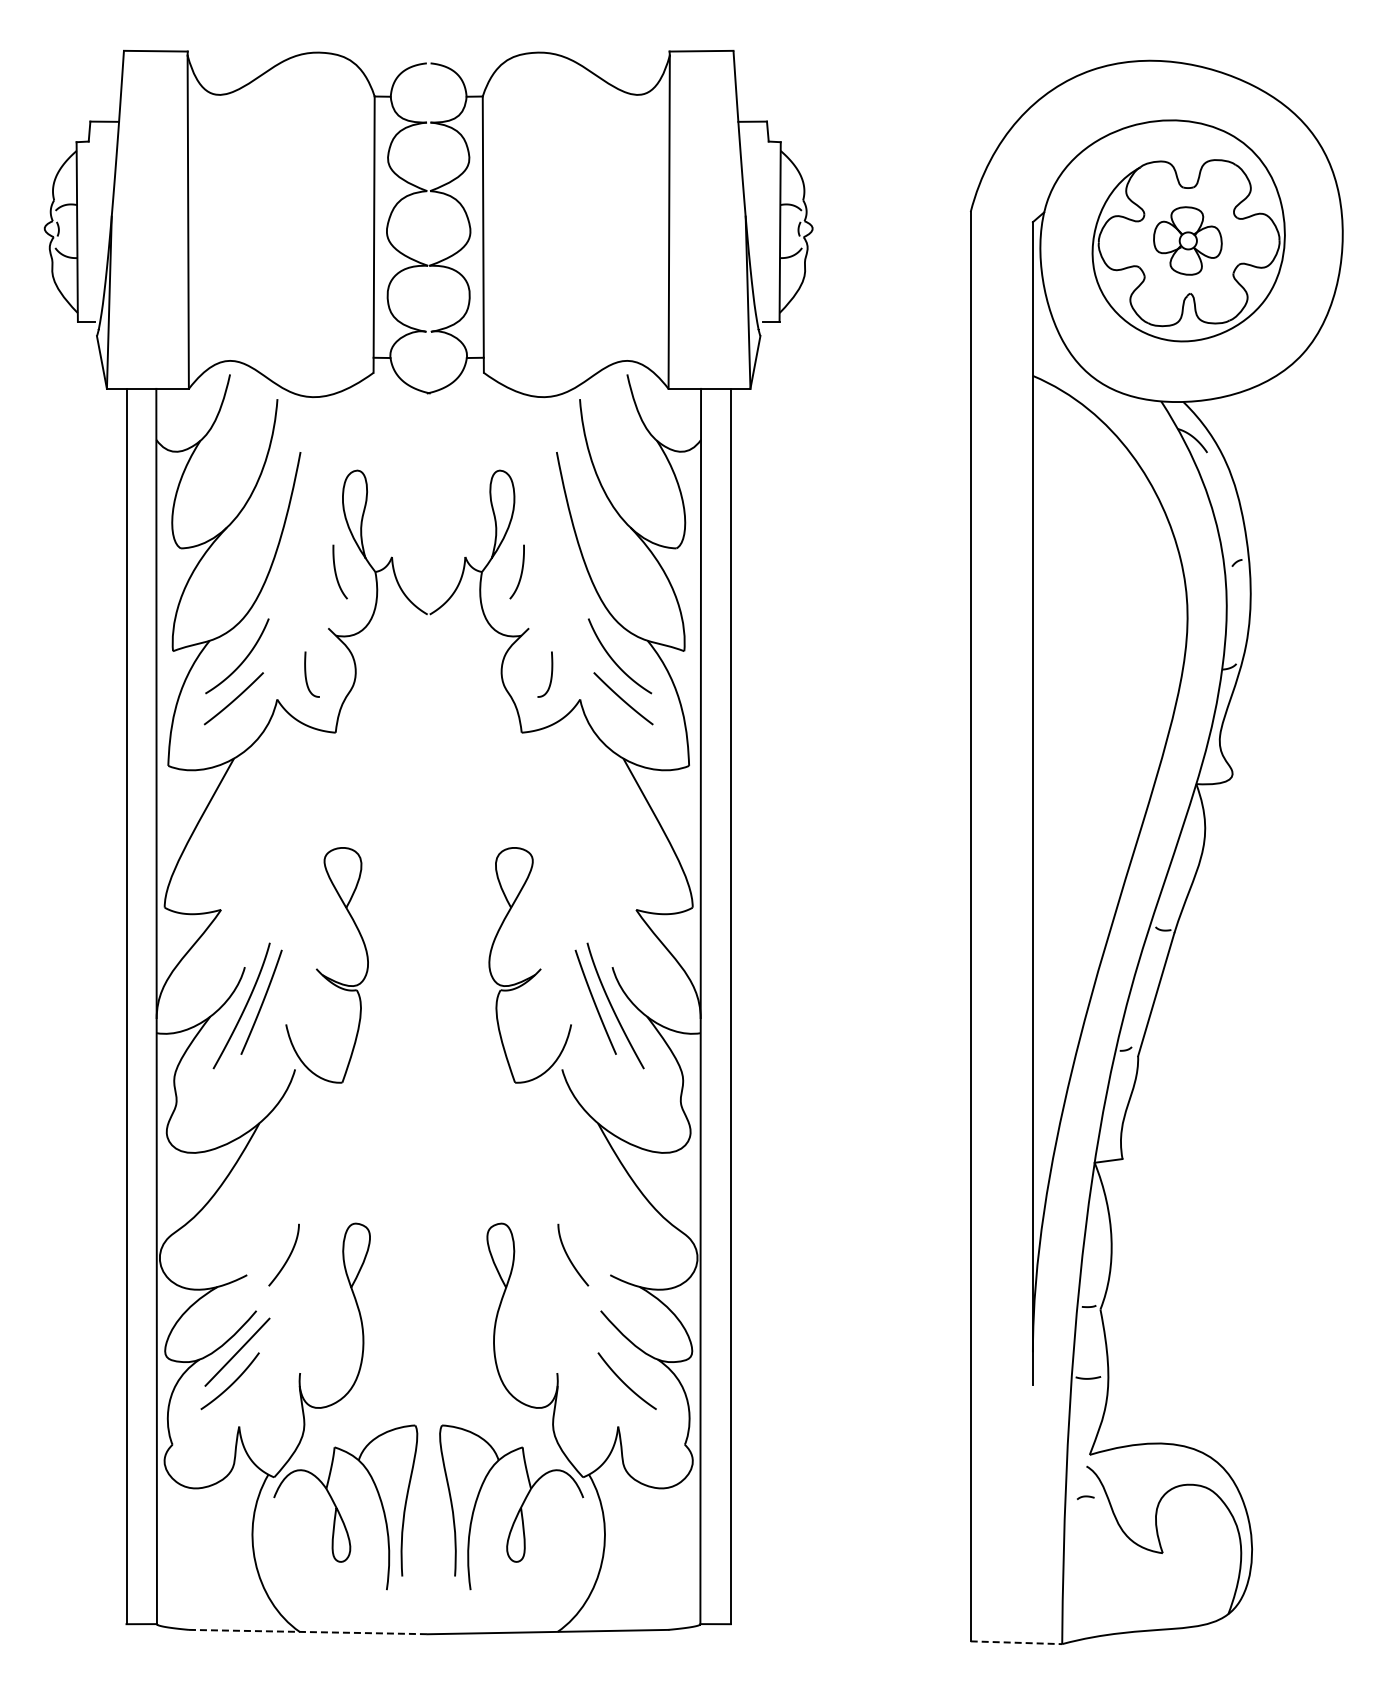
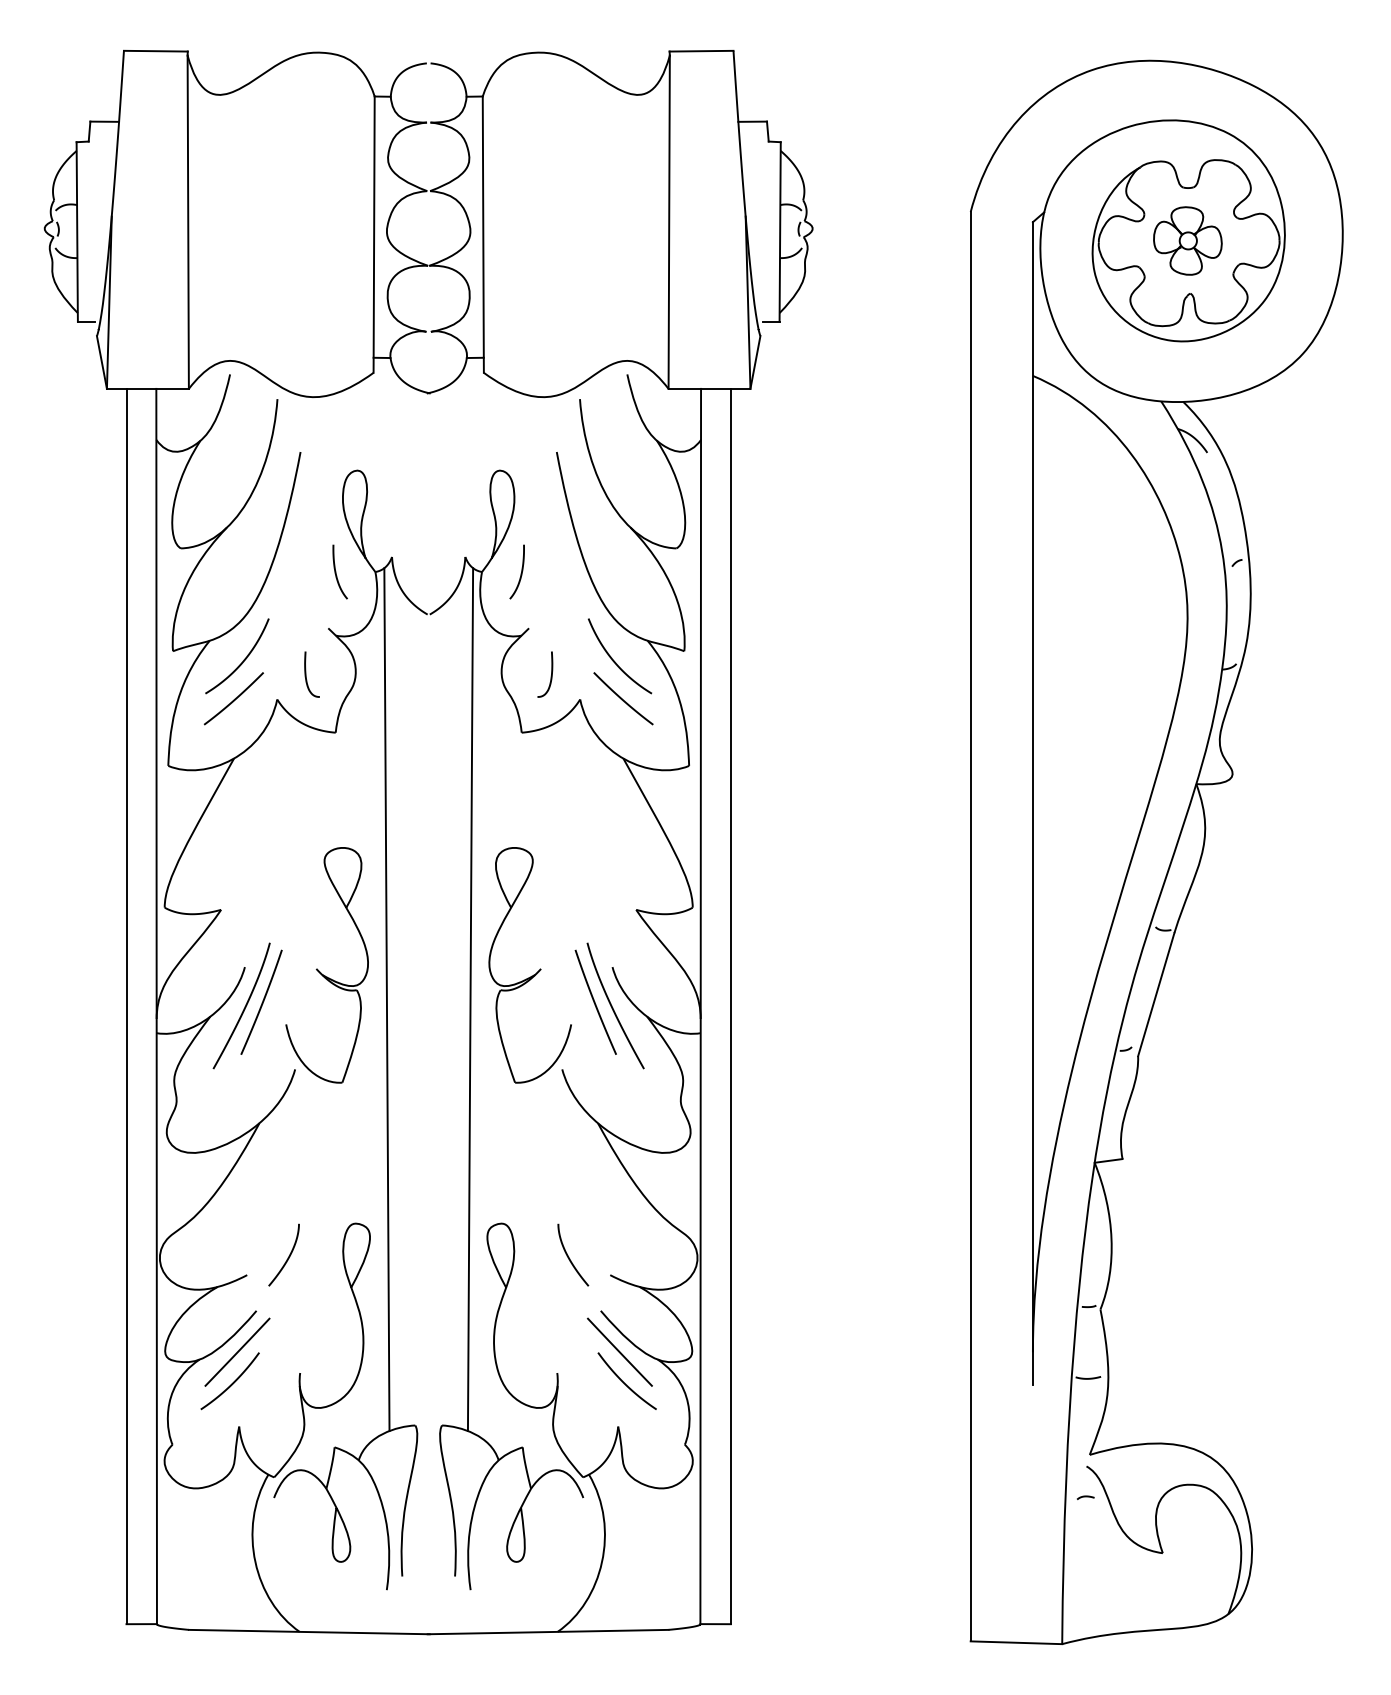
line at (386, 999): none -> present
line at (470, 999): none -> present
line at (619, 1351): none -> present
line at (309, 1632): dashed -> solid
line at (1016, 1642): dashed -> solid
